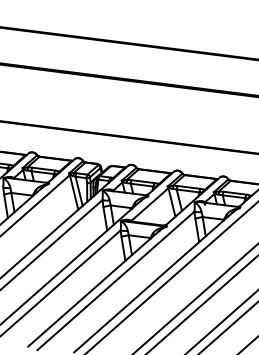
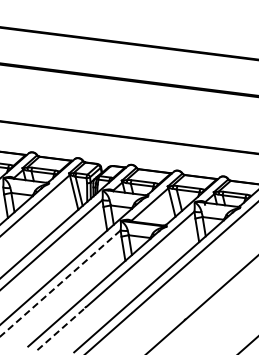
line at (60, 283): solid -> dashed
line at (195, 298): present -> none
line at (221, 321): present -> none
line at (228, 327): present -> none
line at (61, 329): solid -> dashed
